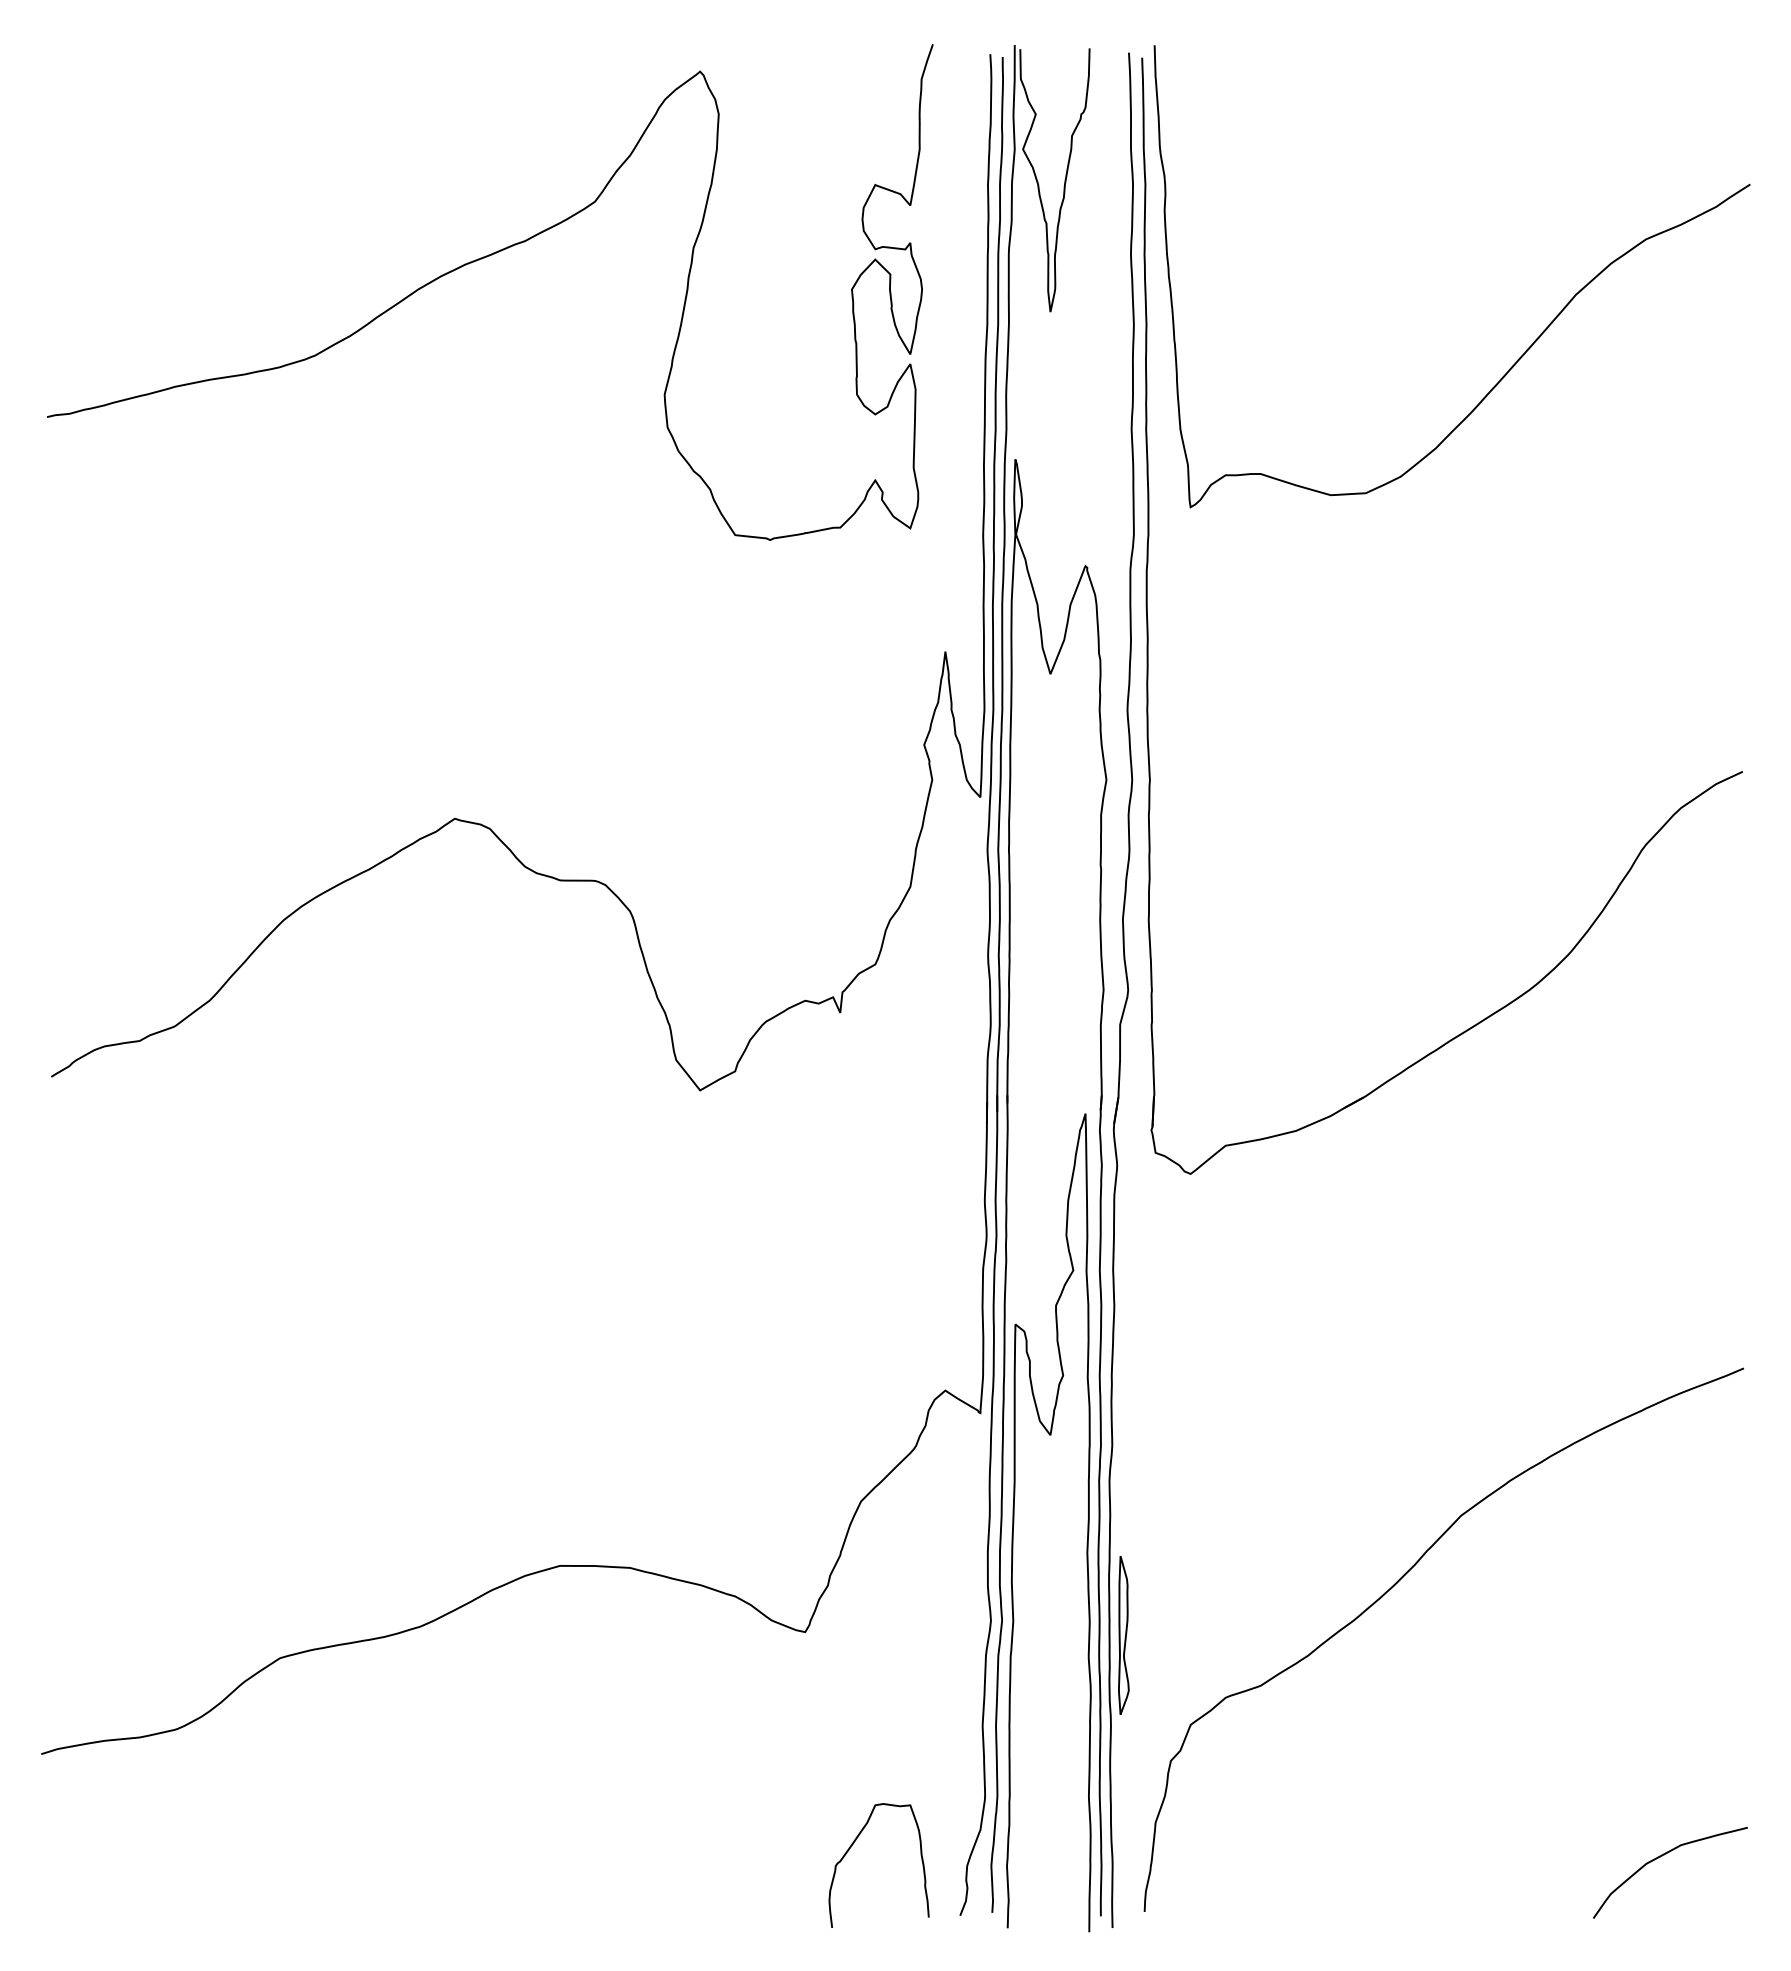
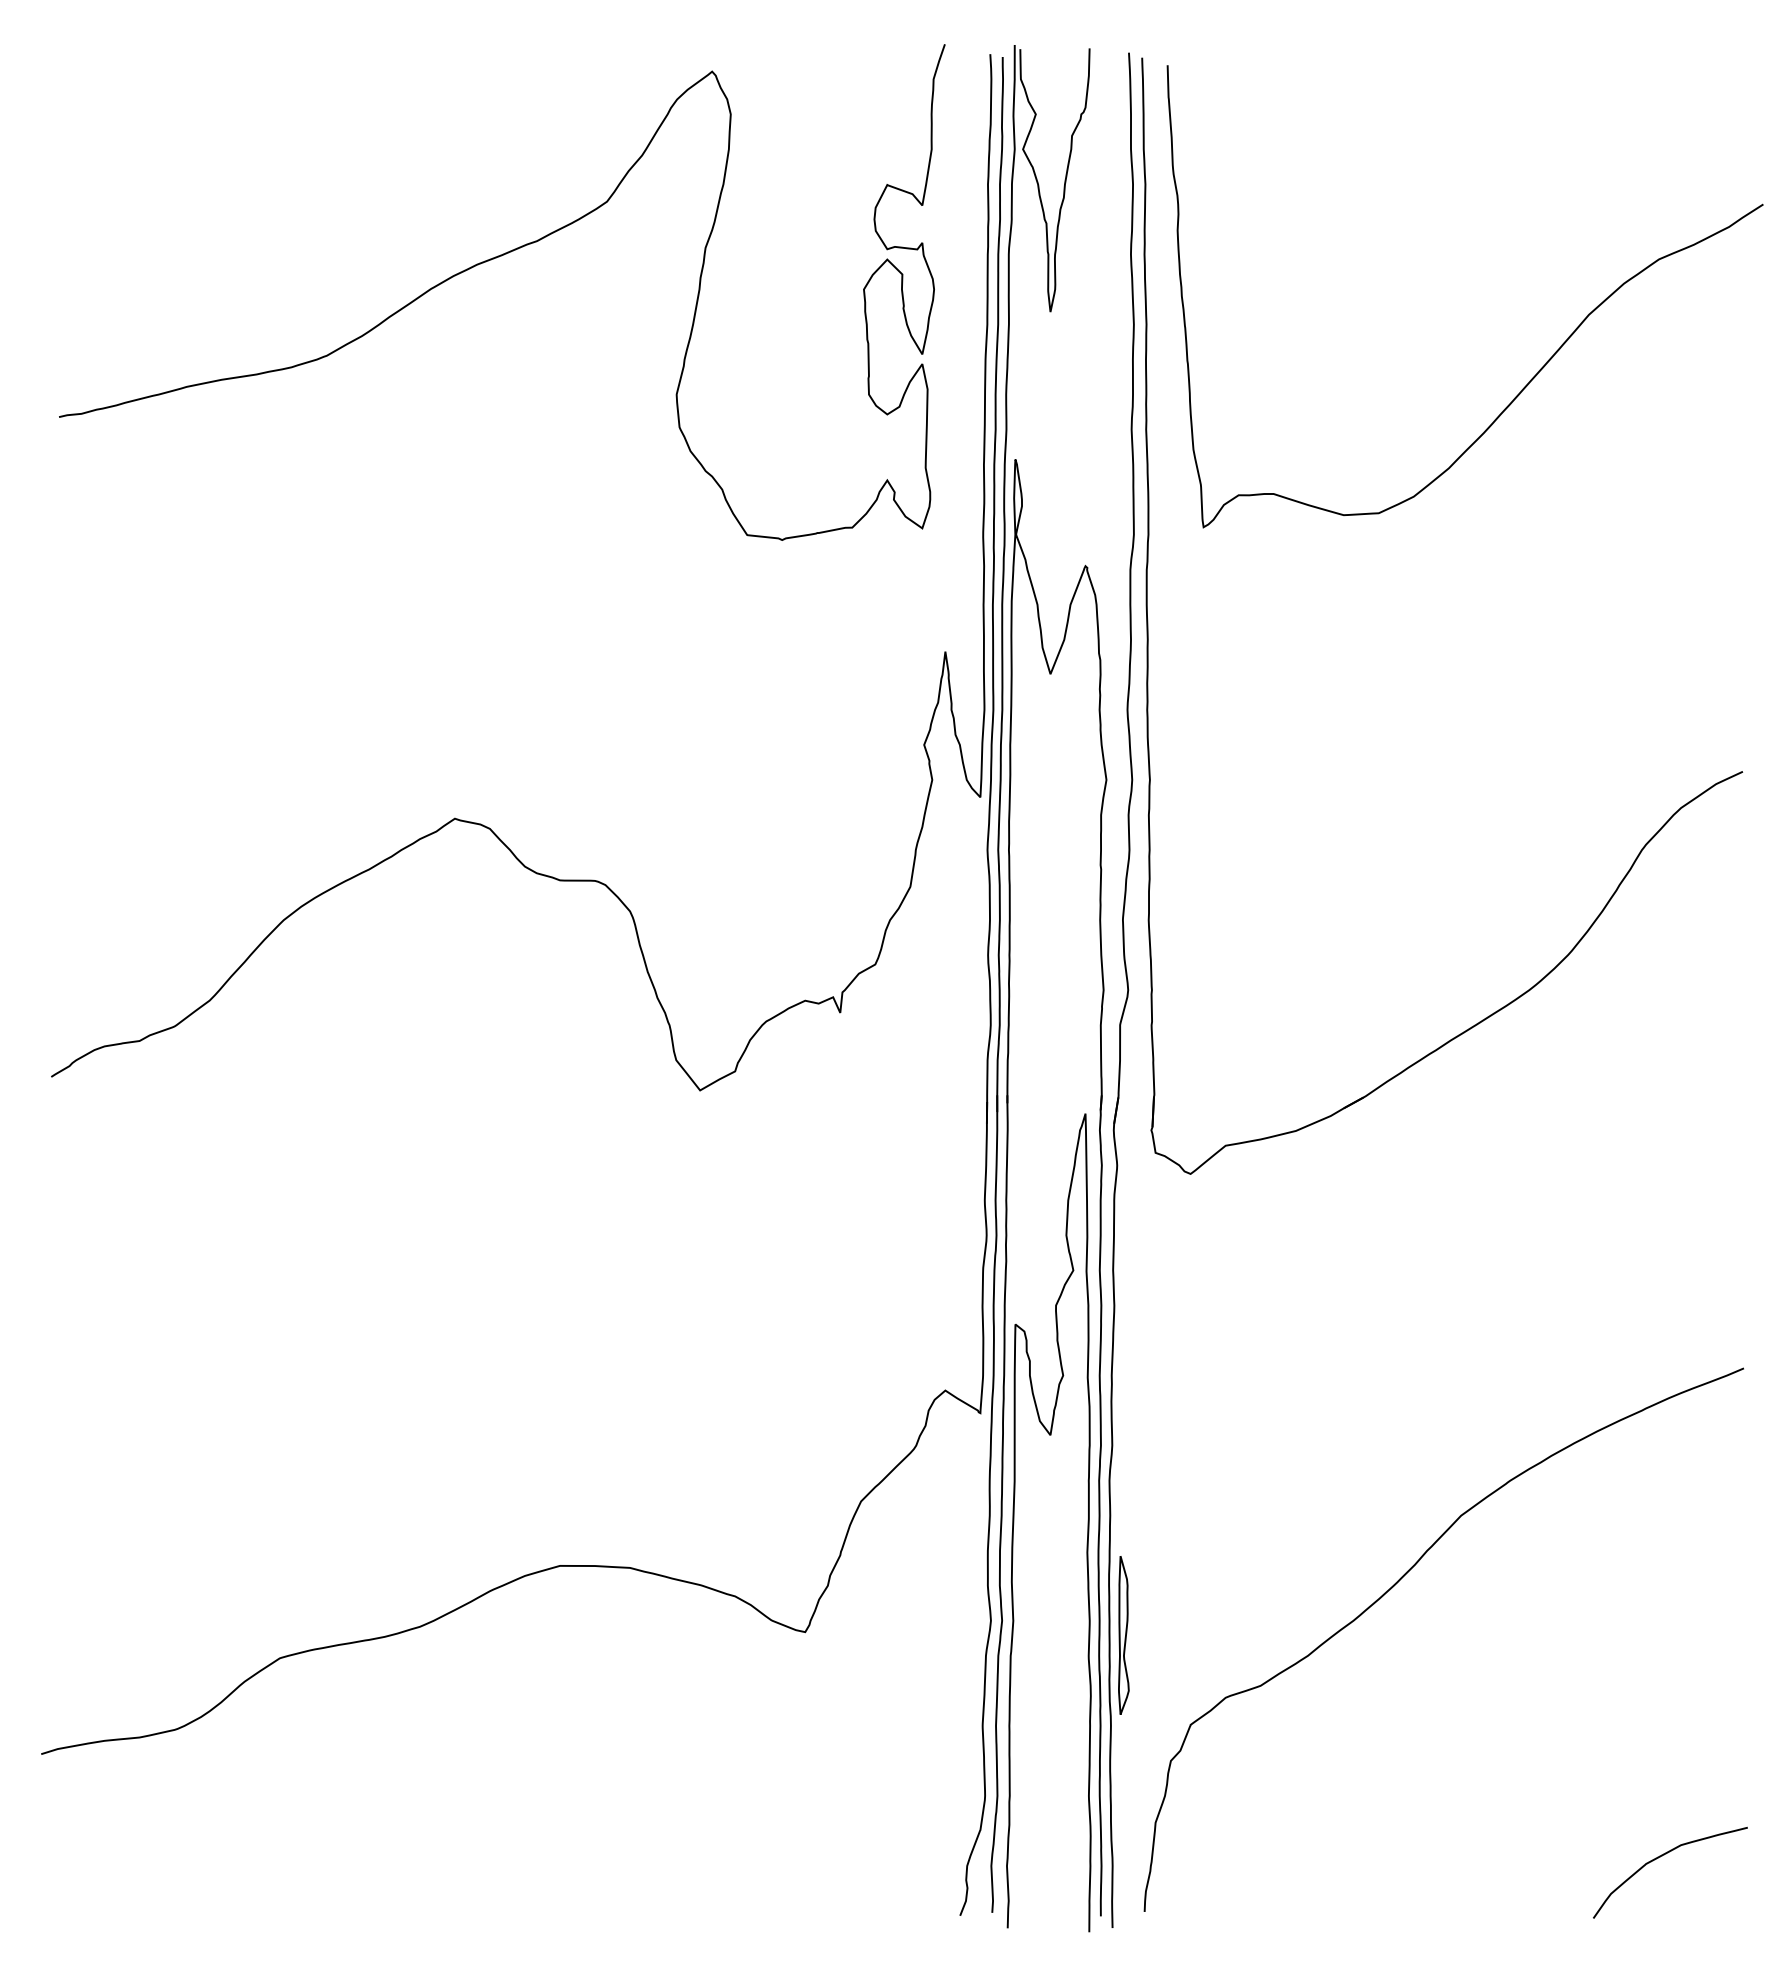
curve at (479, 260) position: (479, 260) -> (491, 260)
curve at (1533, 341) position: (1533, 341) -> (1546, 361)
curve at (851, 1847): present -> none
